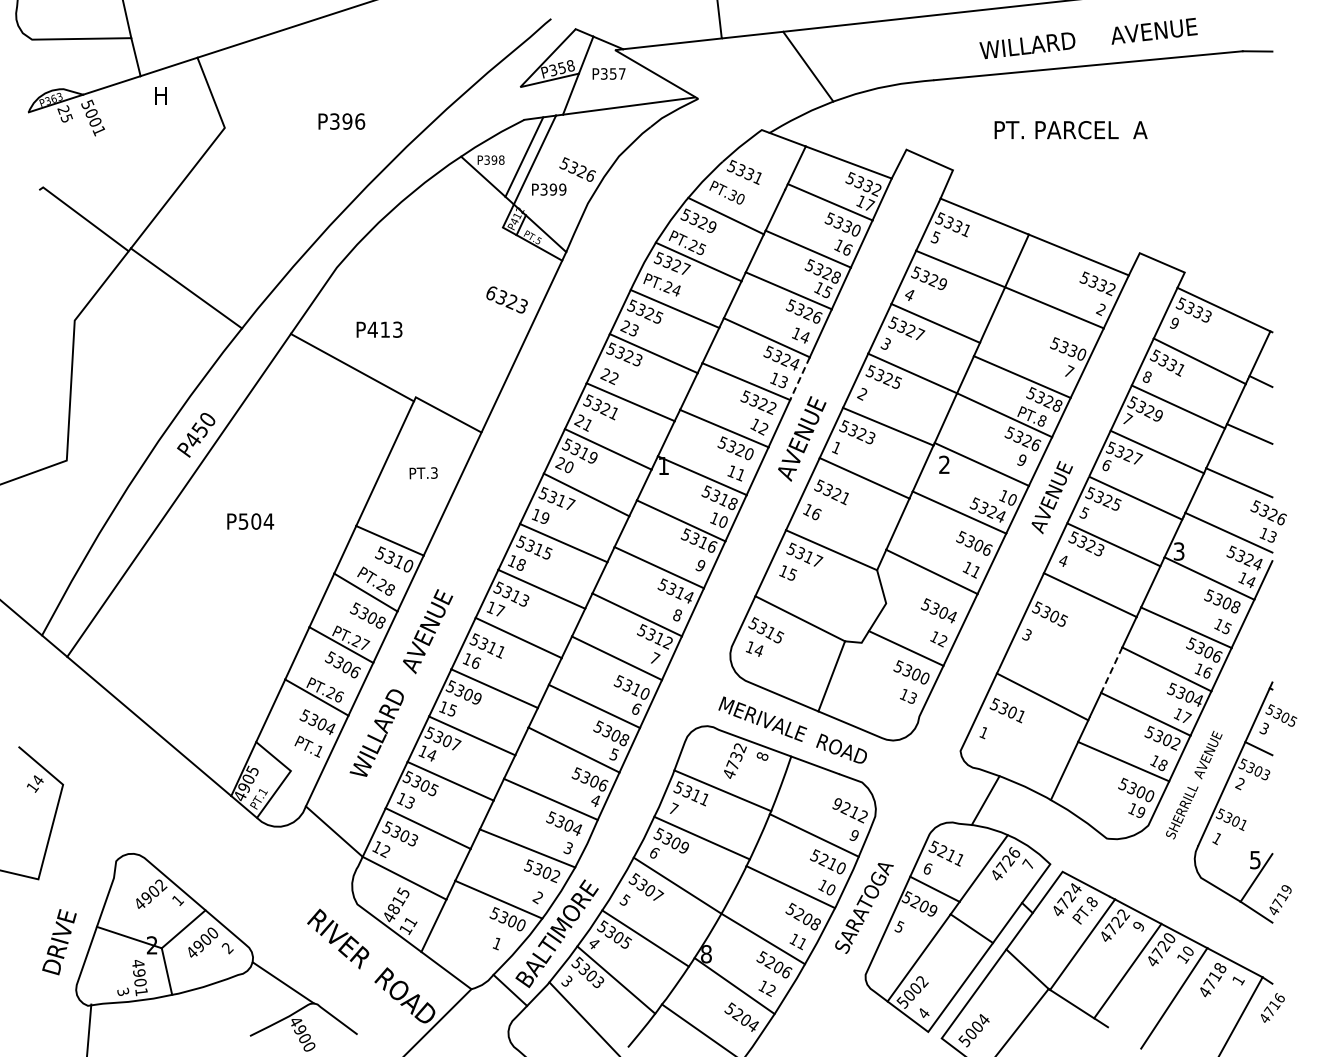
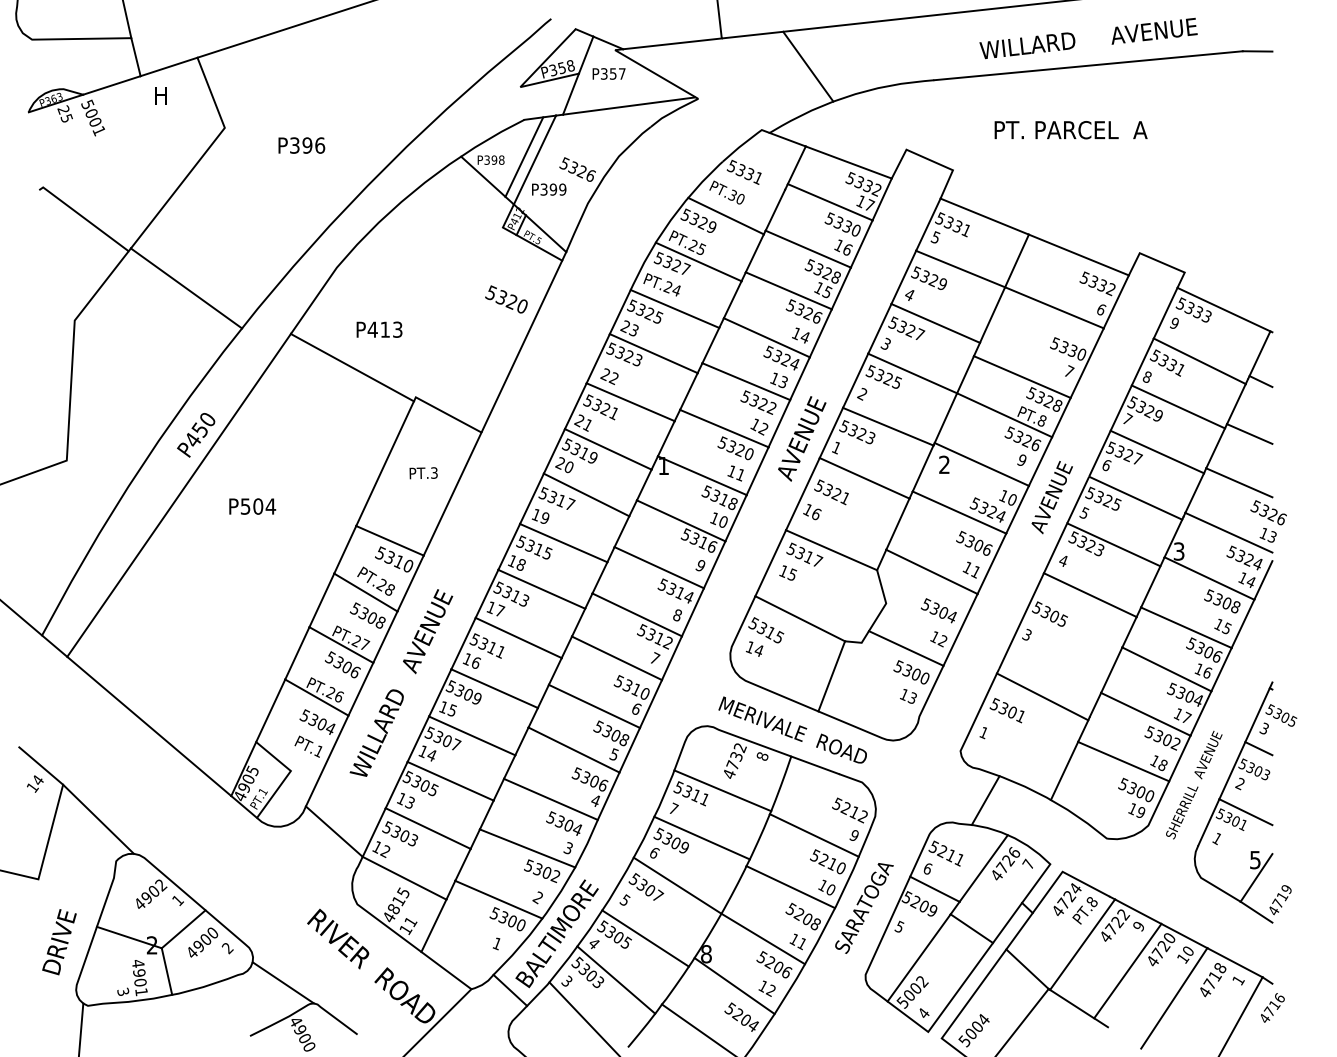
text at (341, 121) position: (341, 121) -> (301, 145)
text at (506, 299): 6323 -> 5320
text at (1101, 309): 2 -> 6
line at (800, 378): dashed -> solid
text at (250, 521) position: (250, 521) -> (252, 506)
line at (1111, 670): dashed -> solid
text at (837, 803): 9212 -> 5212
line at (1245, 812): none -> present
line at (98, 818): none -> present
line at (89, 1028) position: (89, 1028) -> (81, 1028)
